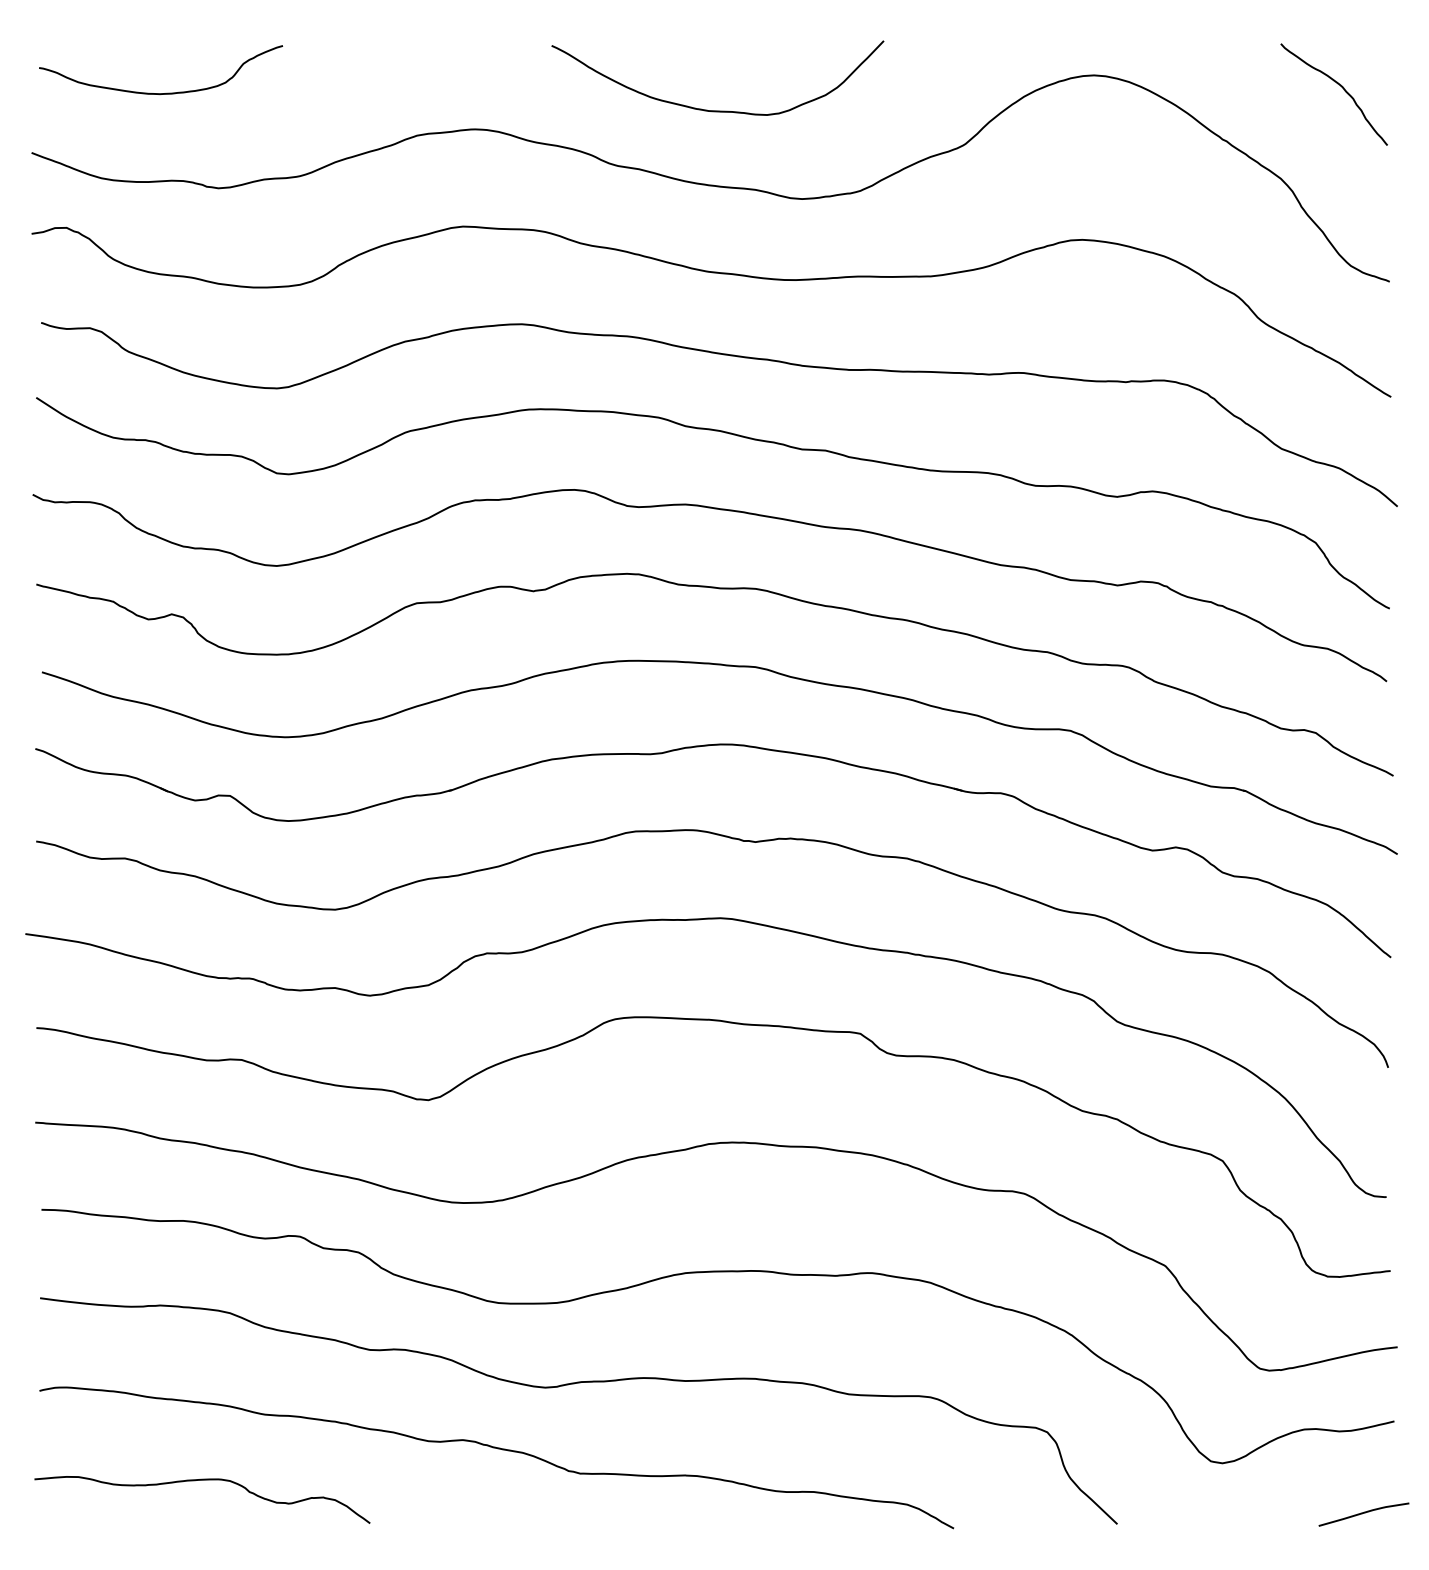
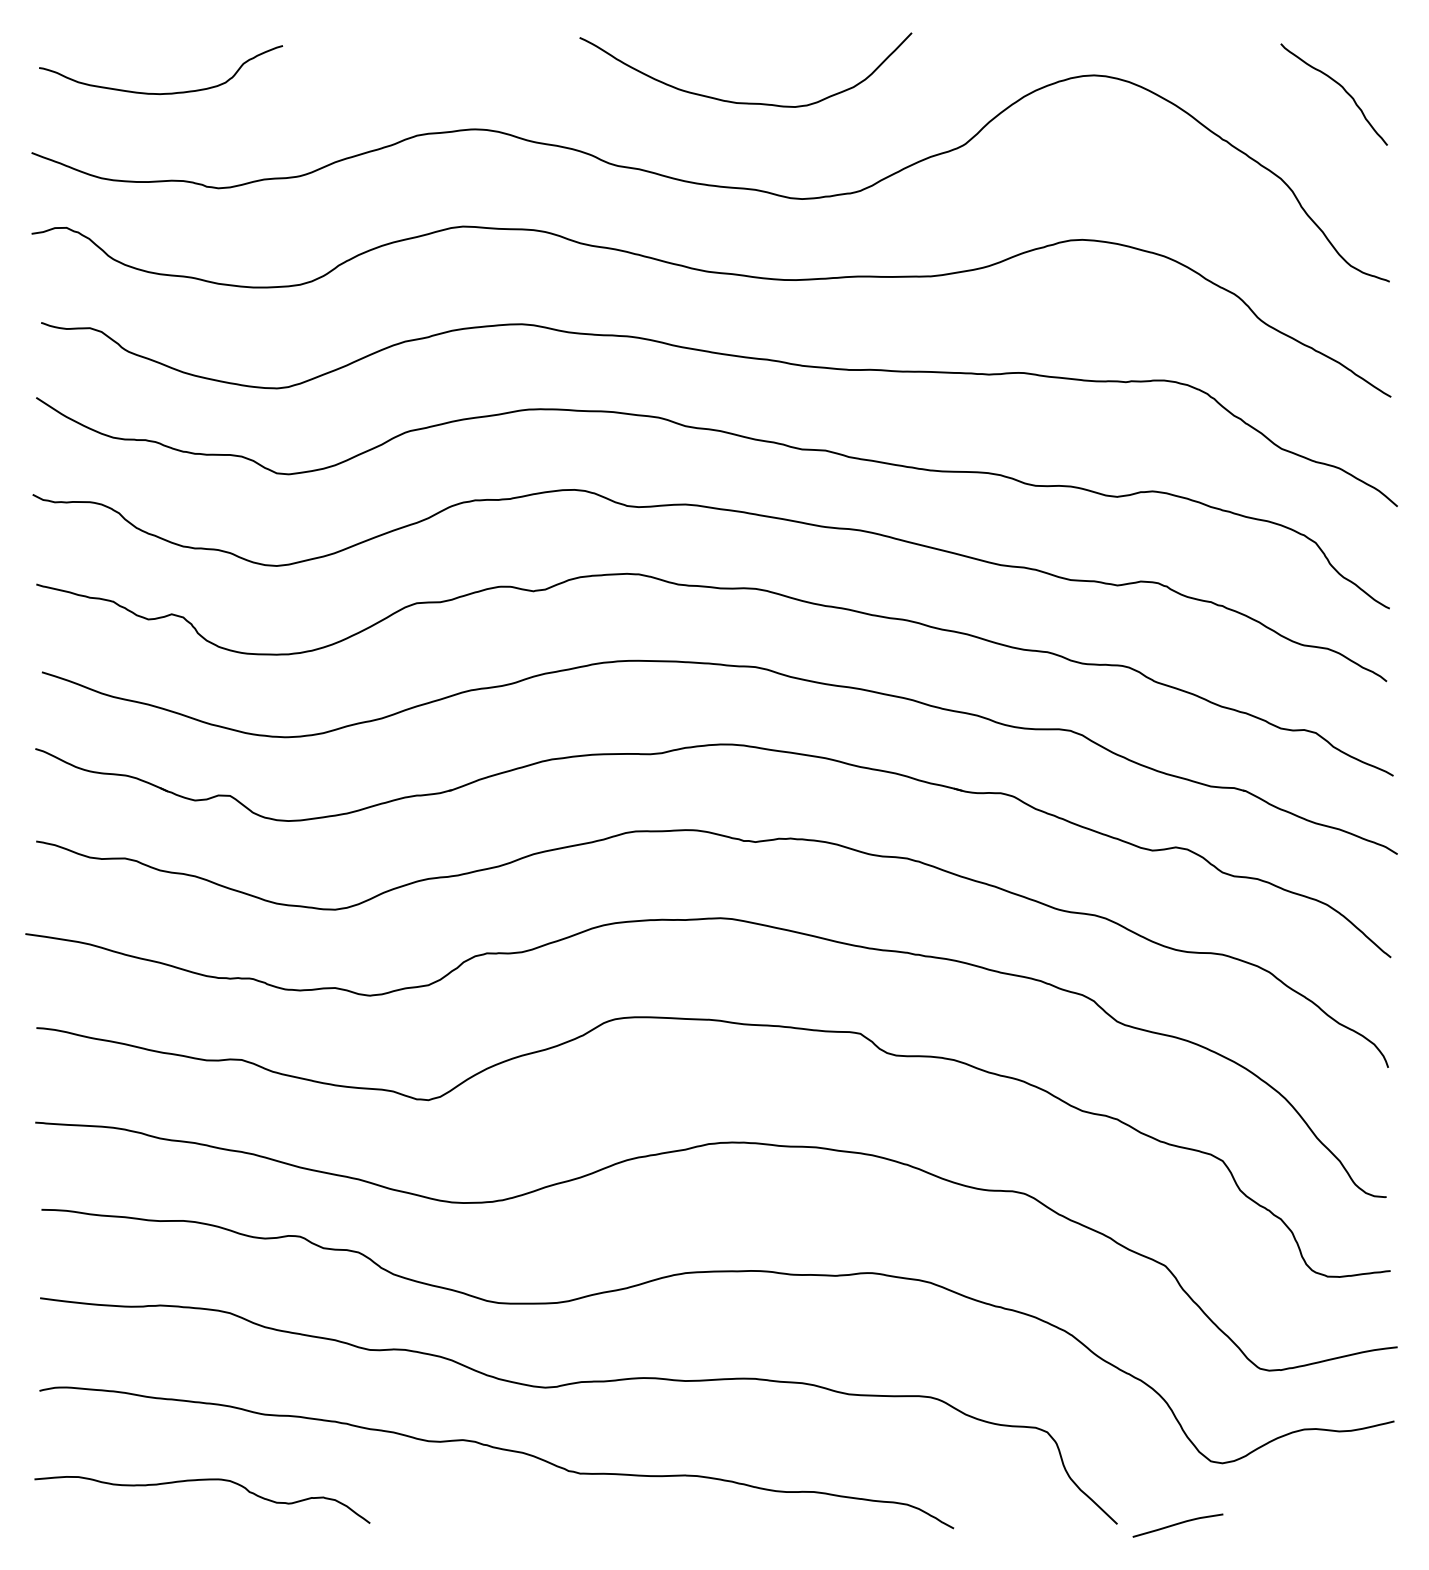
curve at (717, 110) position: (717, 110) -> (745, 102)
curve at (1363, 1513) position: (1363, 1513) -> (1177, 1524)
